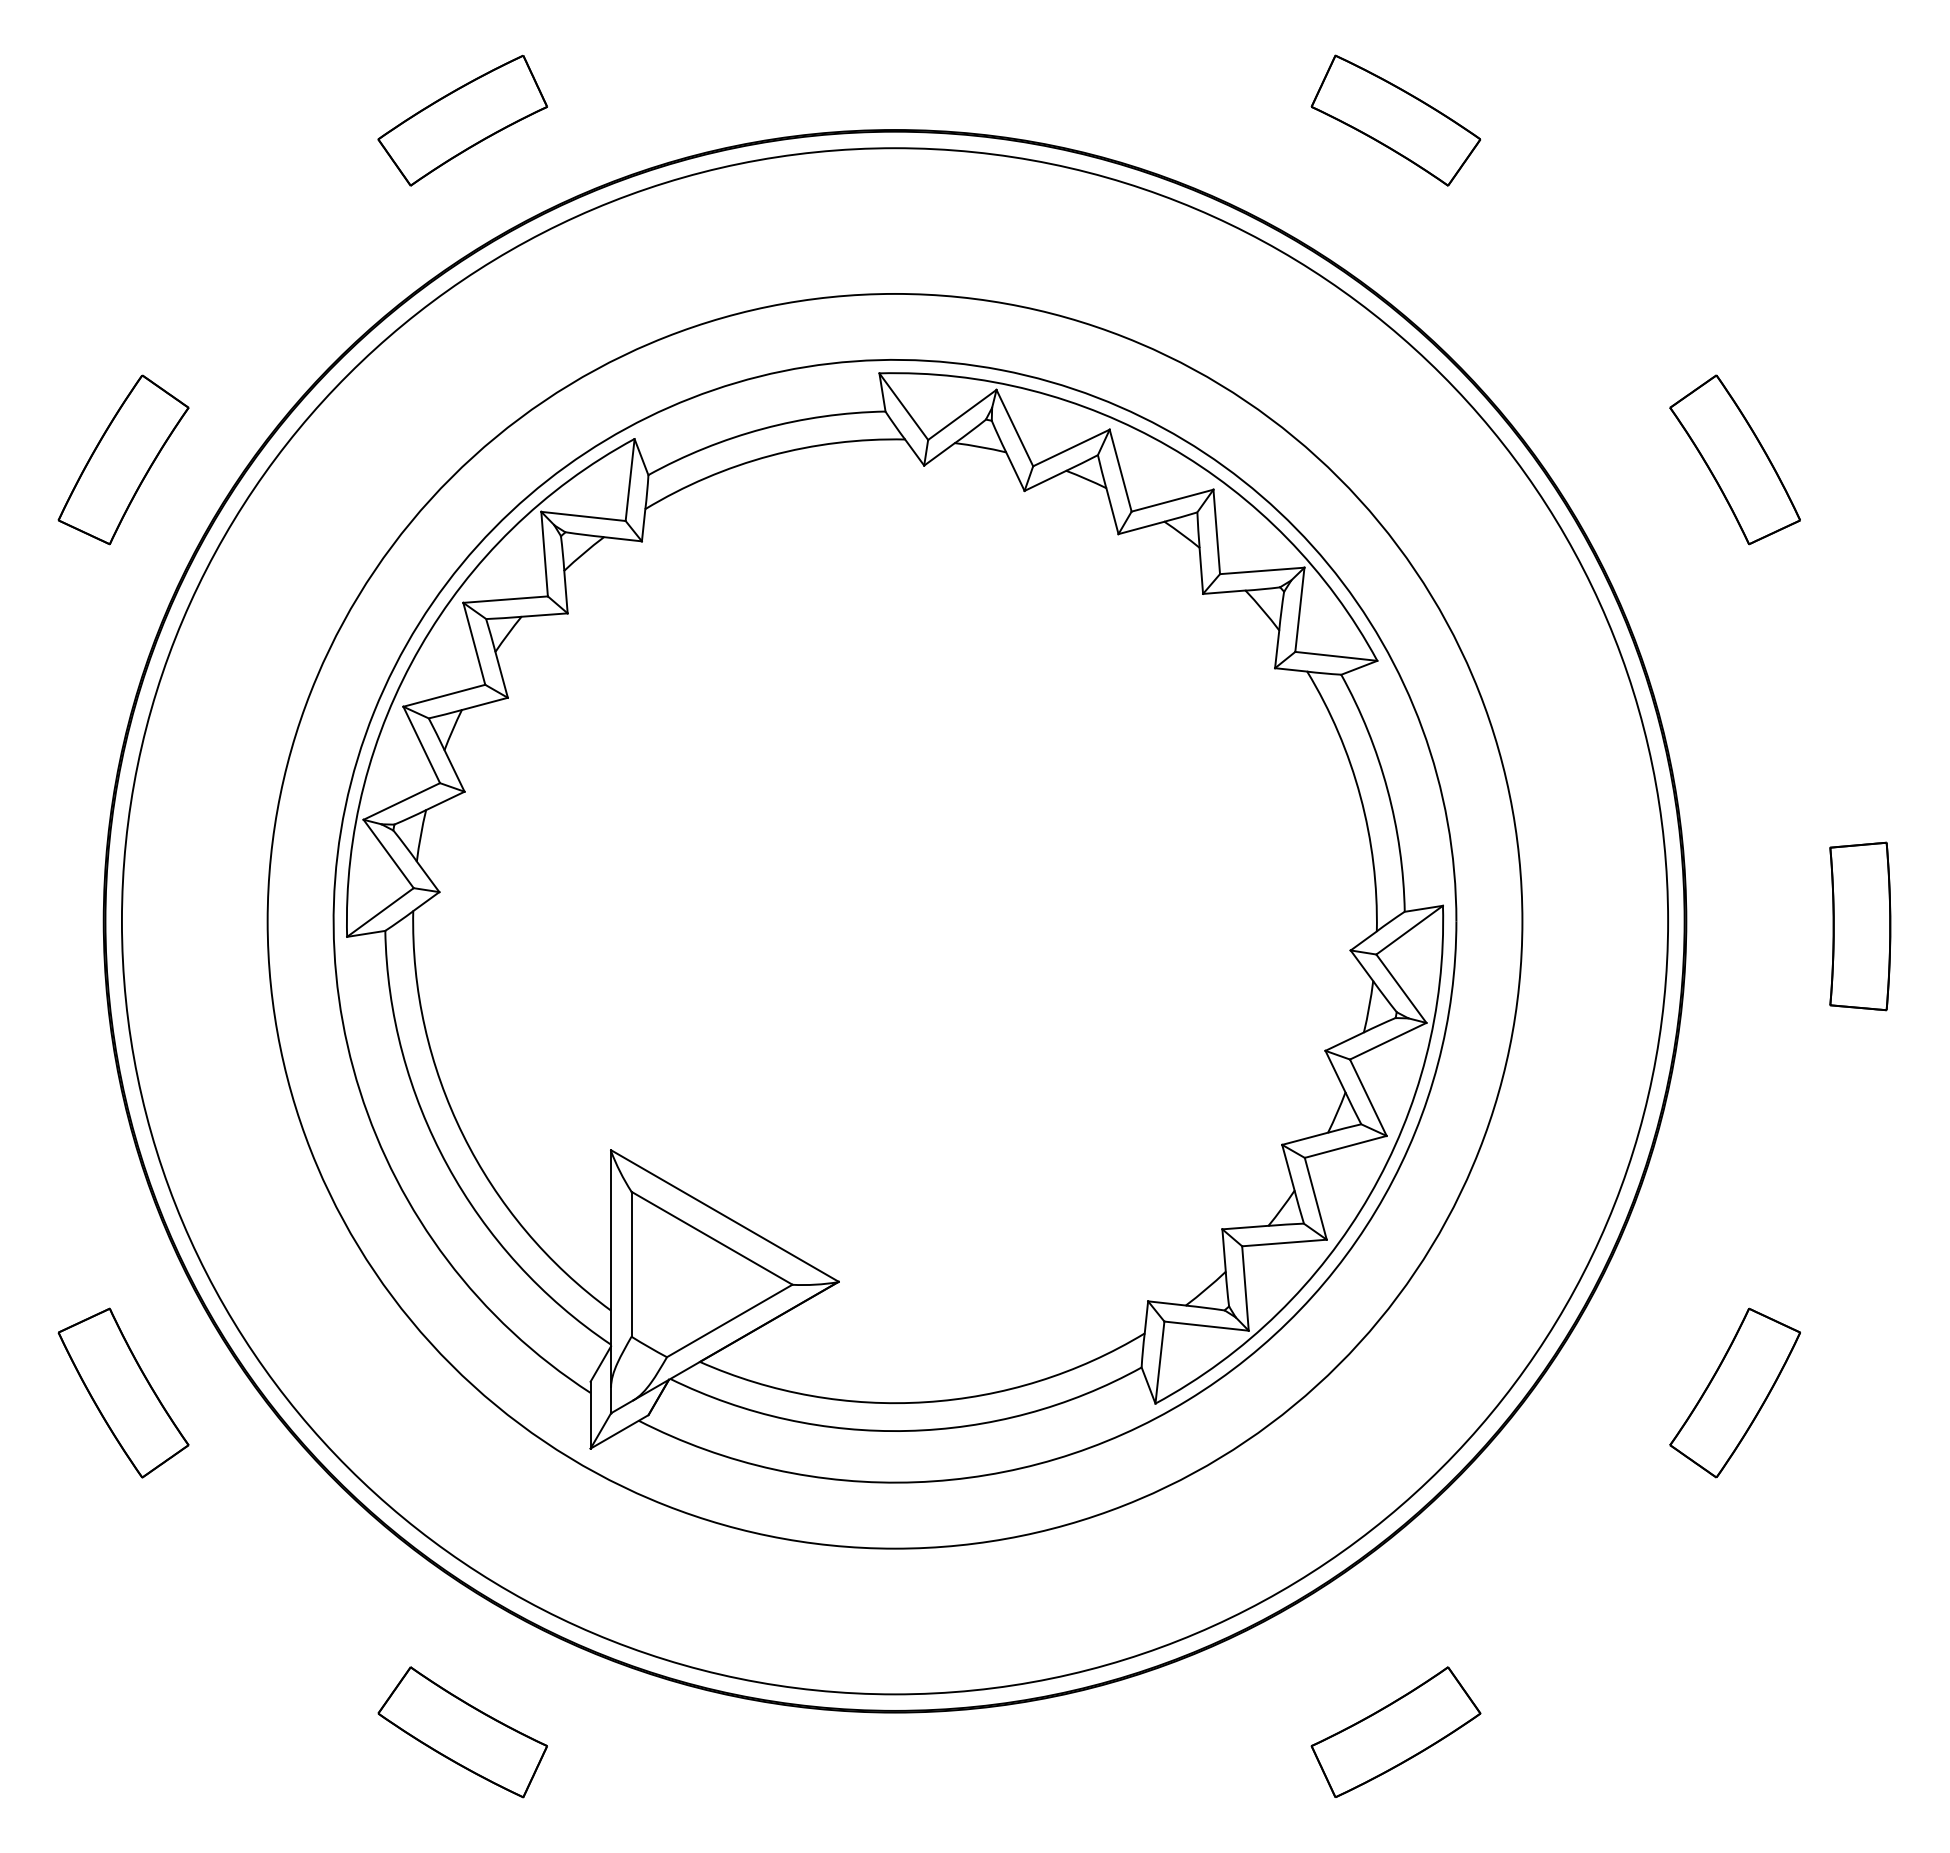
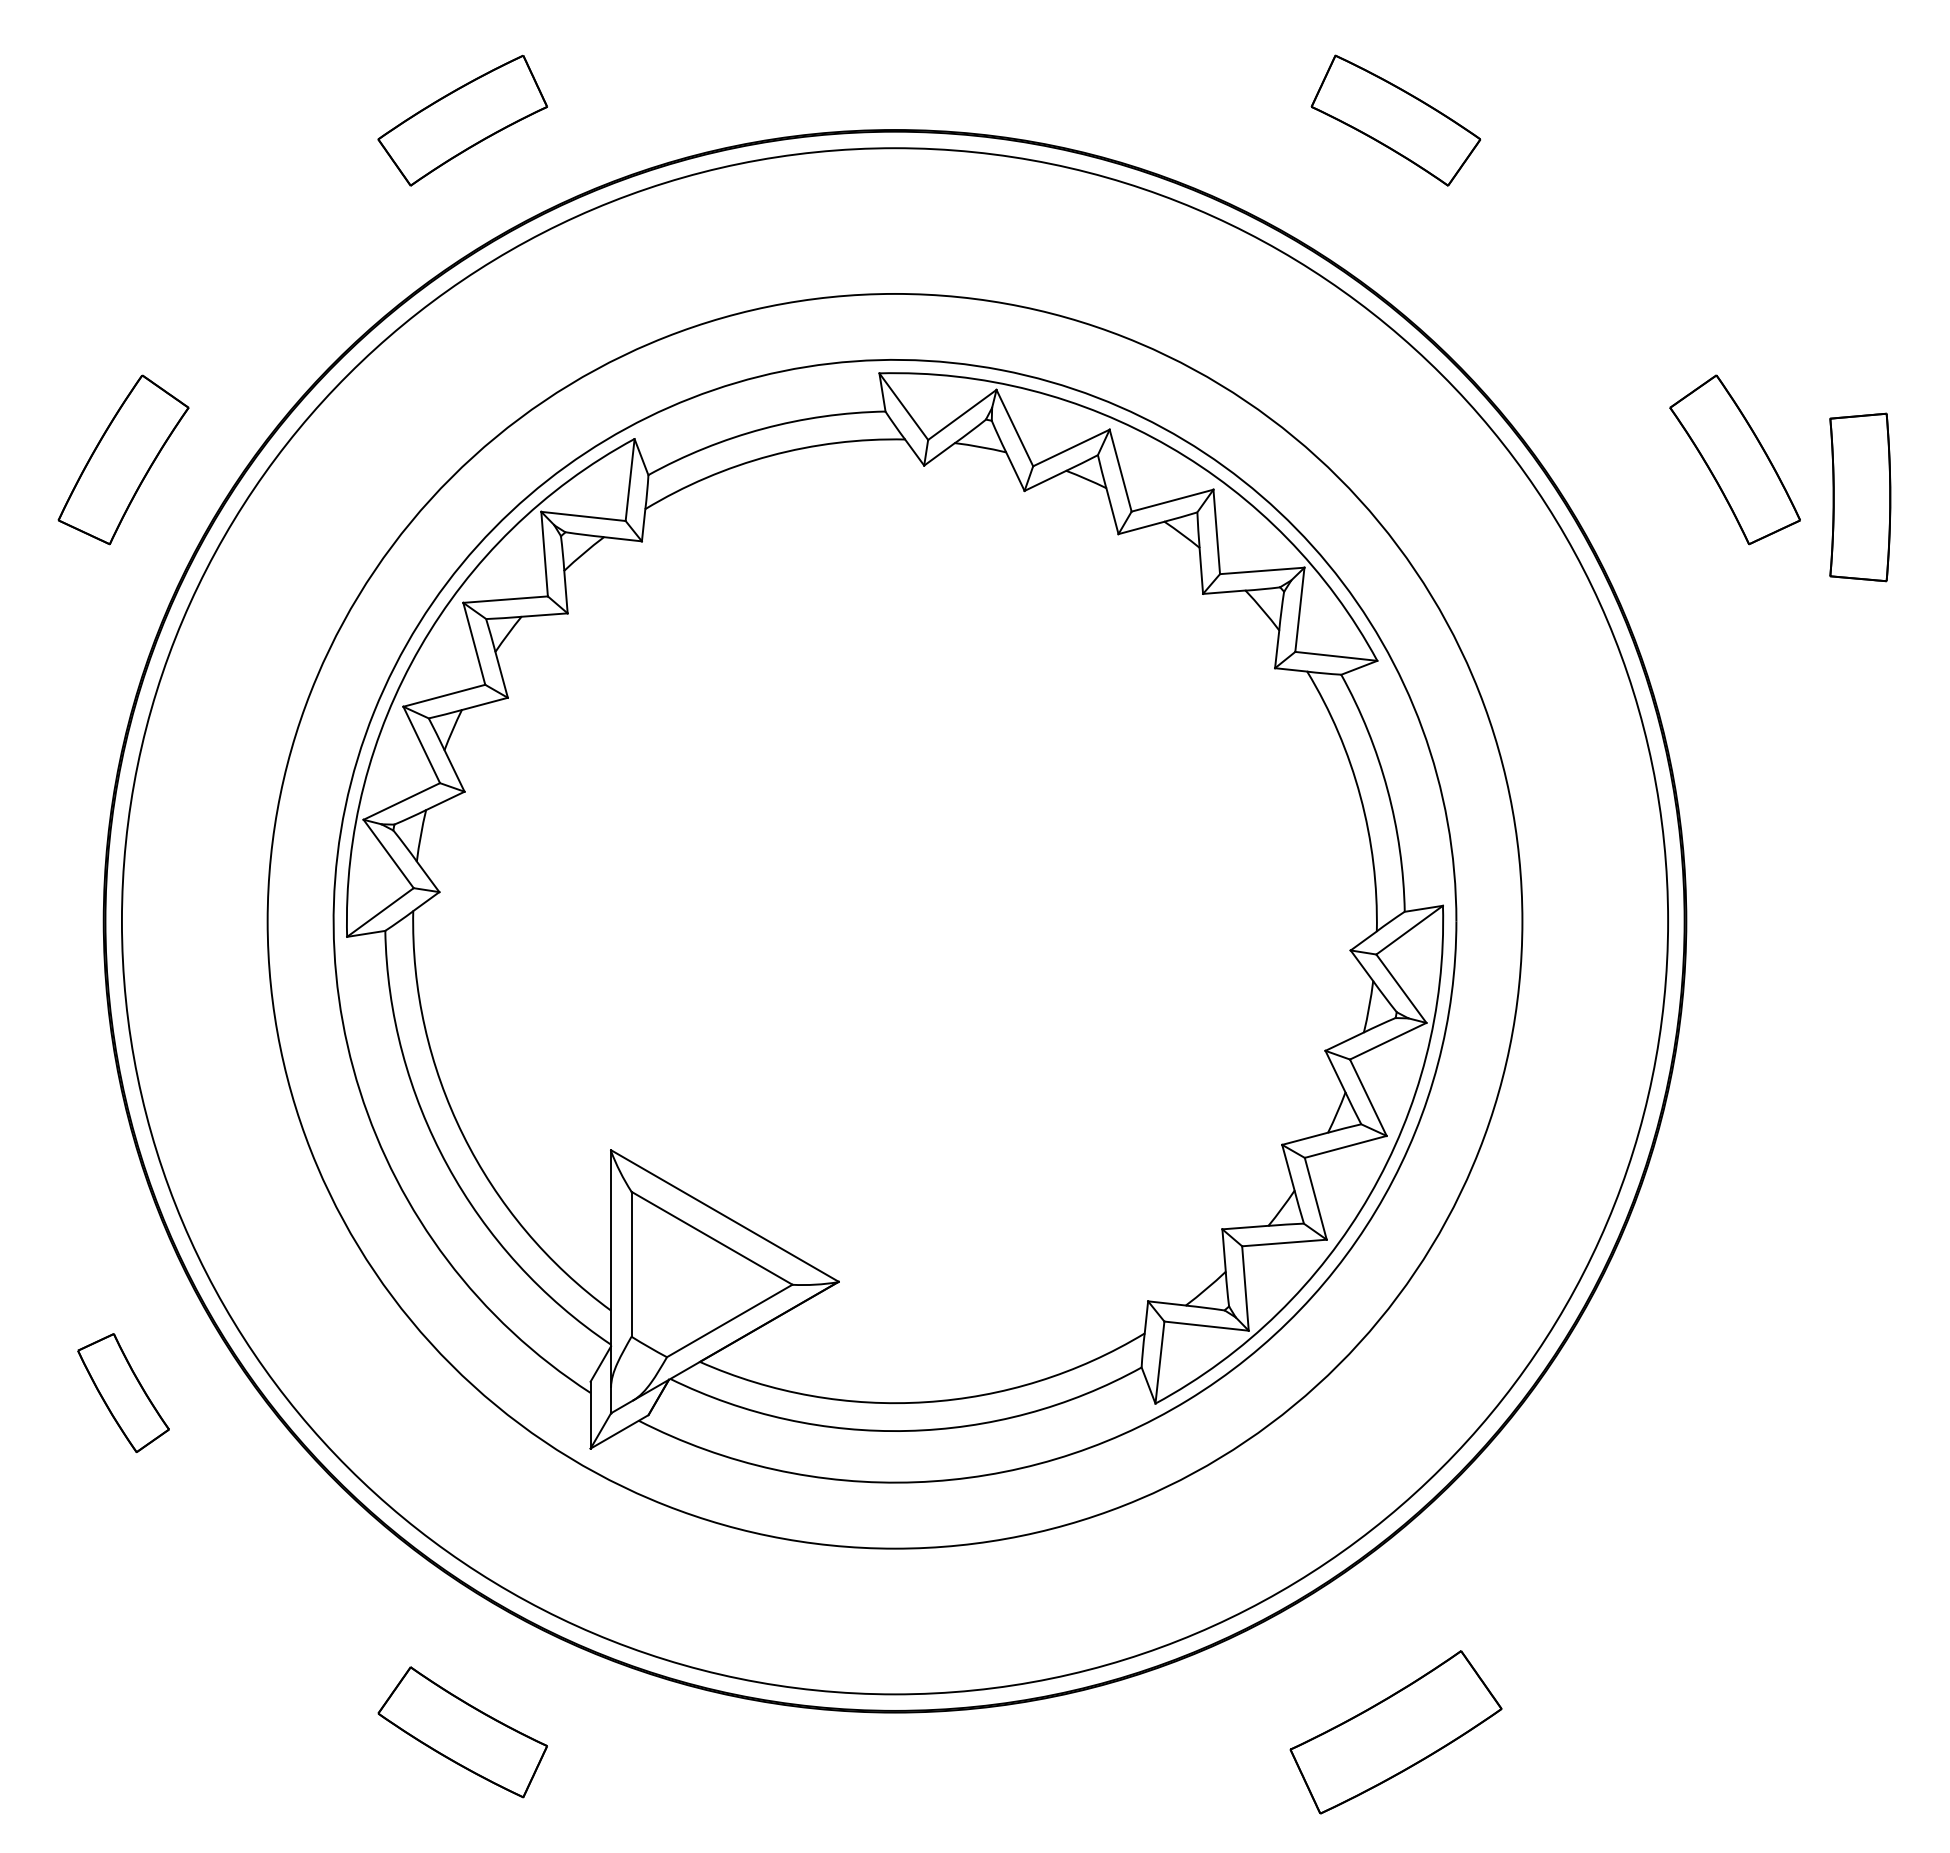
part at (1860, 926) position: (1860, 926) -> (1860, 497)
part at (123, 1392) size: 133x172 px -> 93x120 px
part at (1734, 1392): present -> none
part at (1395, 1731) size: 172x132 px -> 214x165 px
